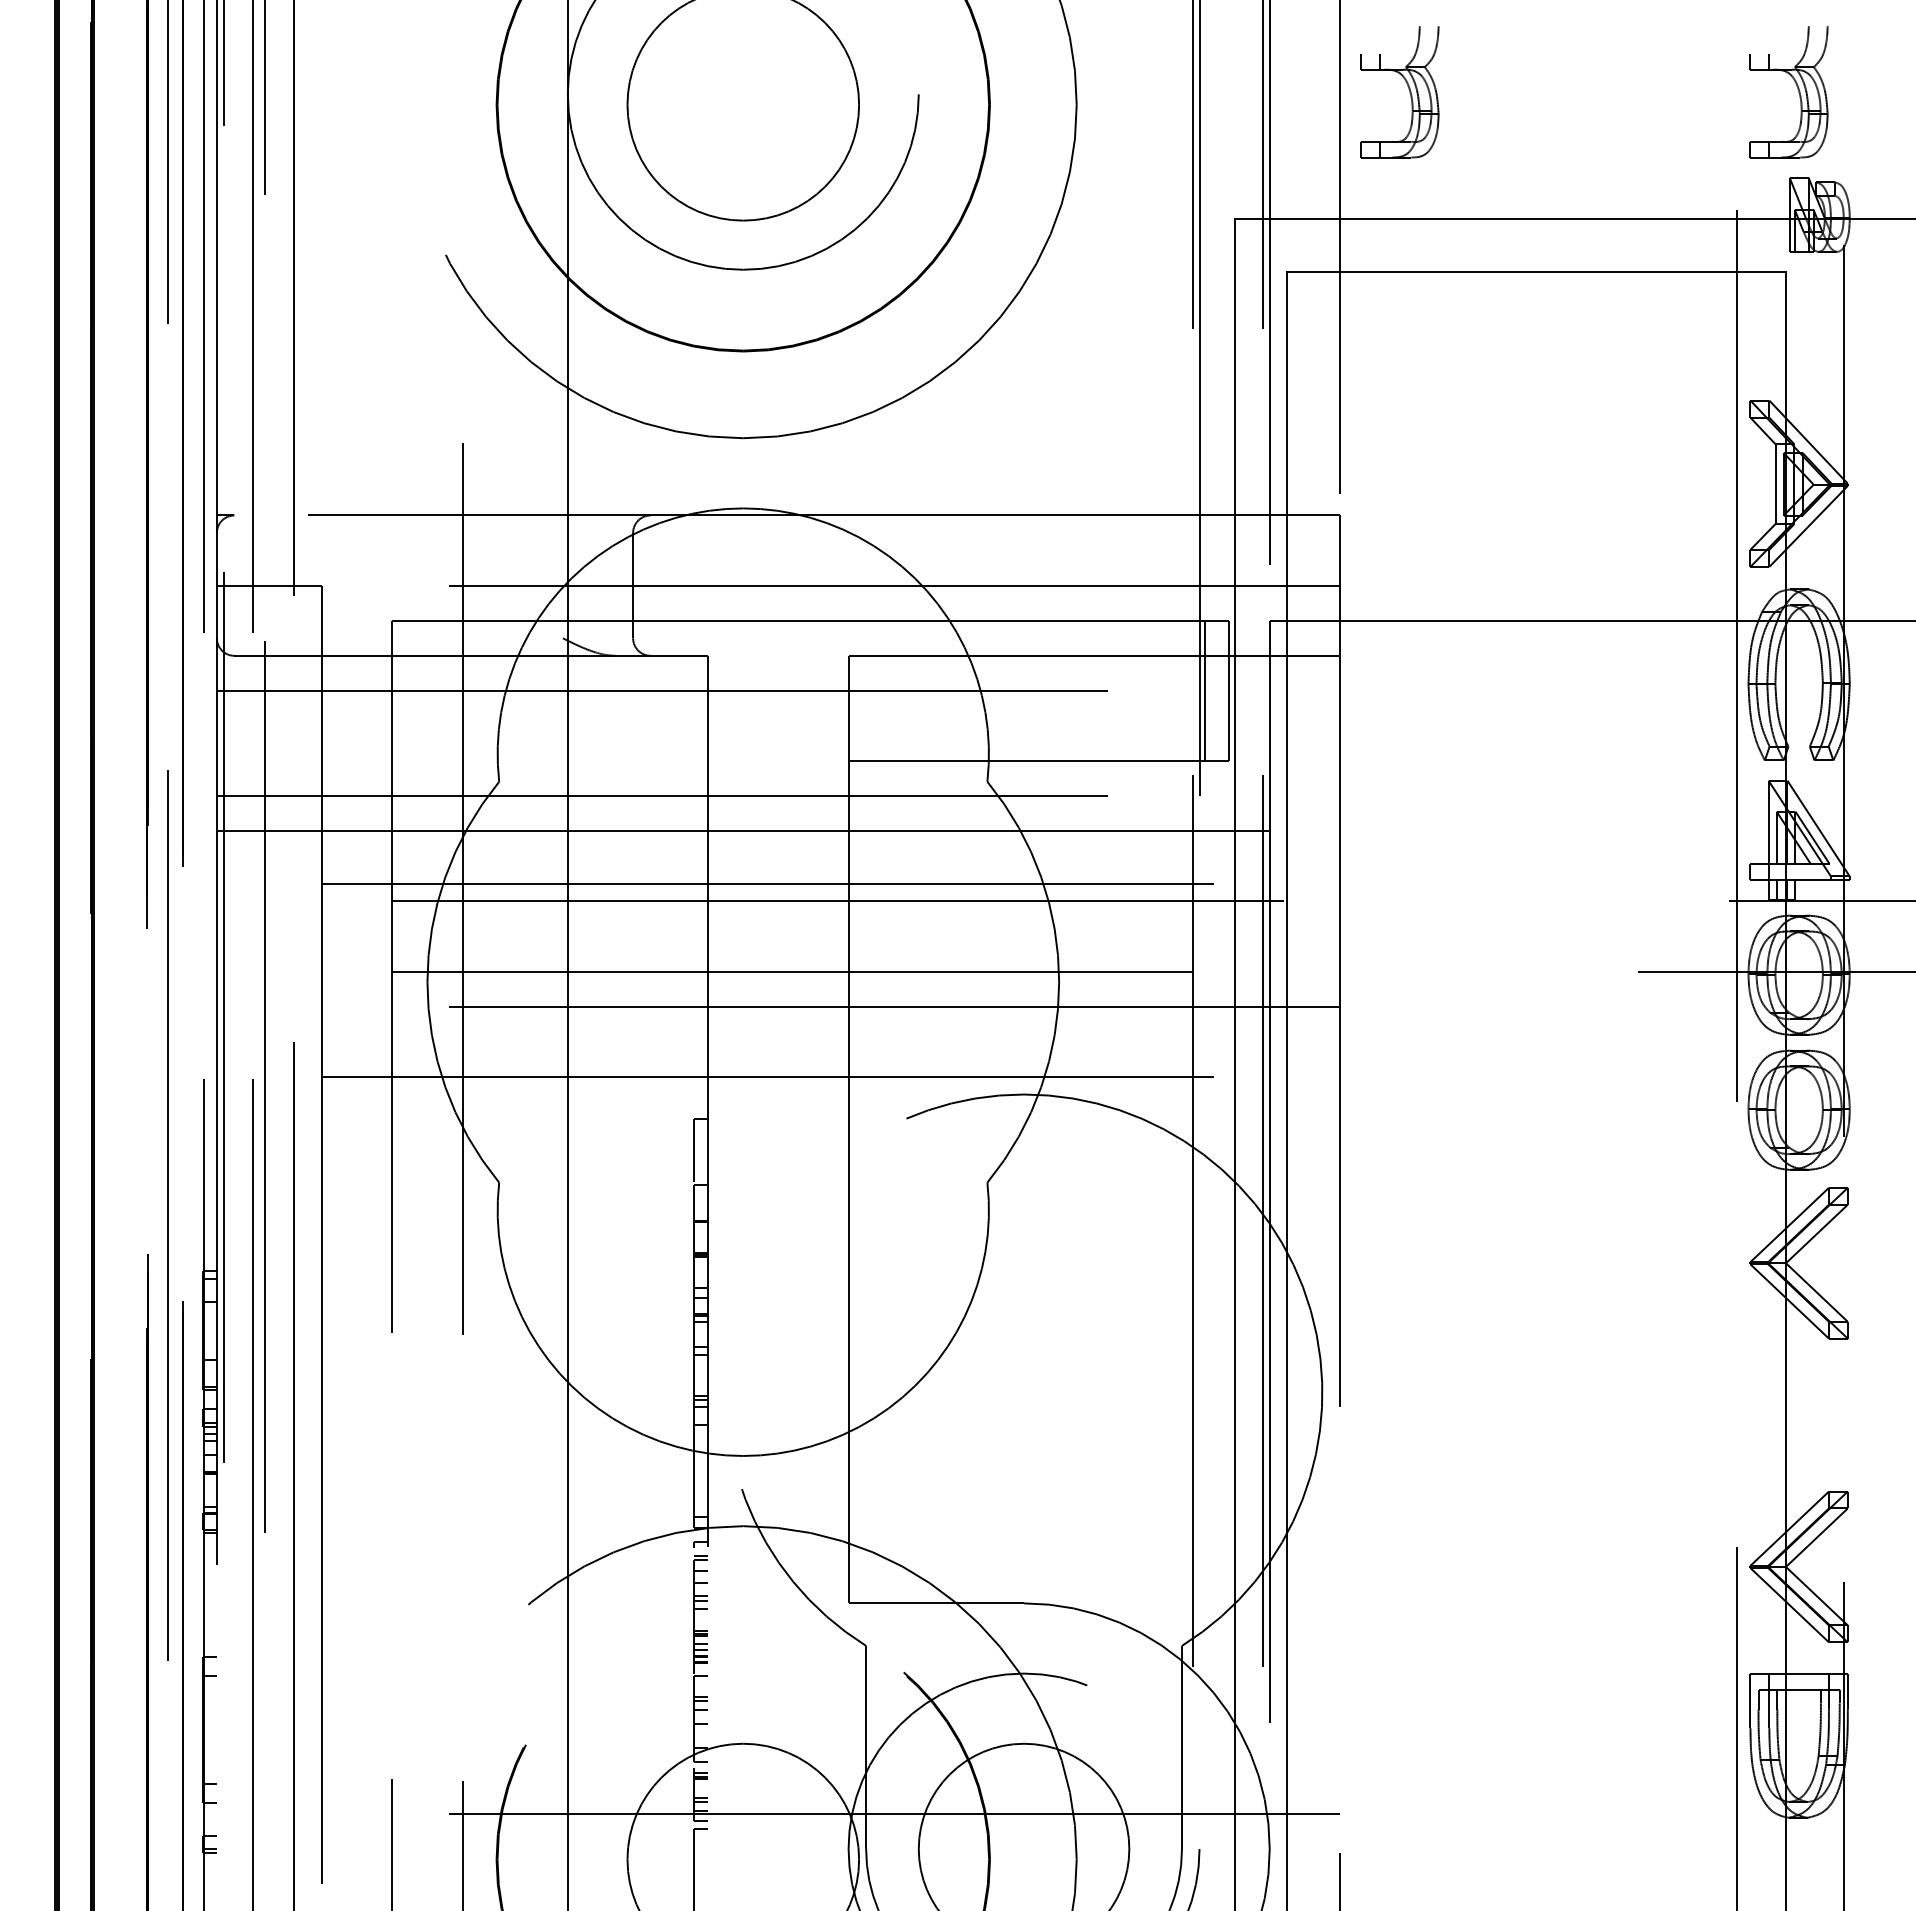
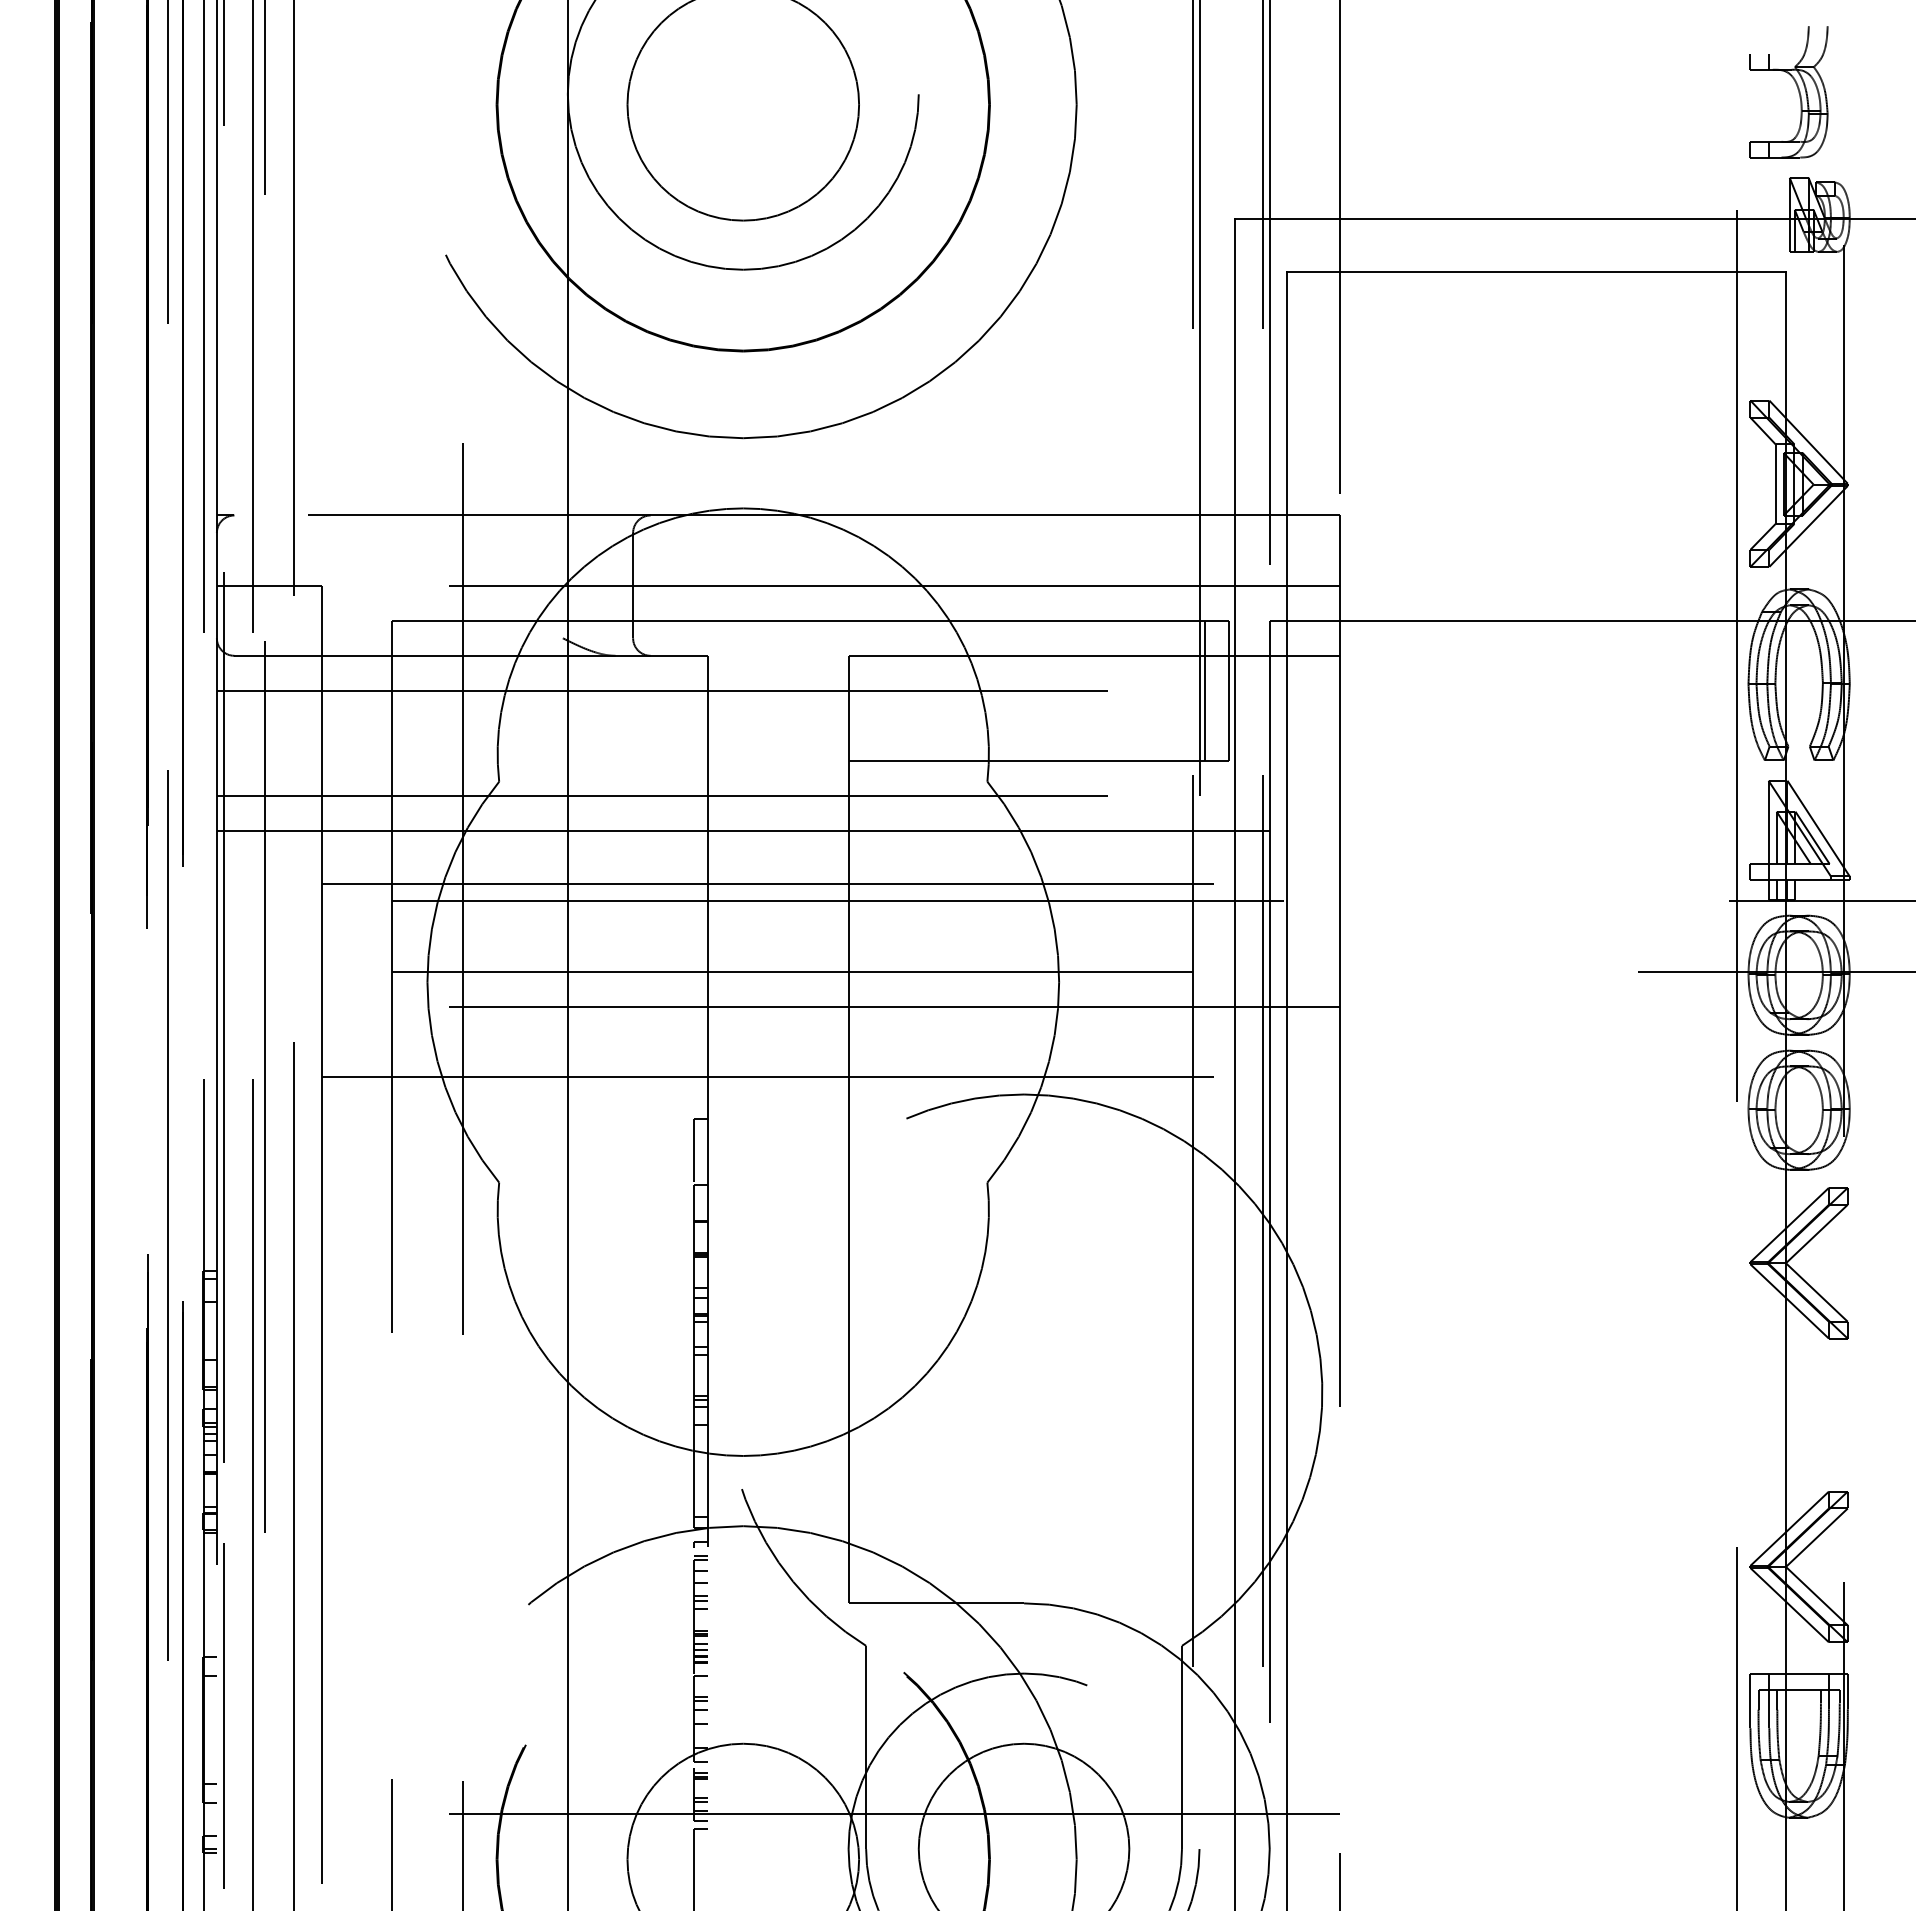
part at (1408, 89): present -> none
line at (223, 1716): none -> present
